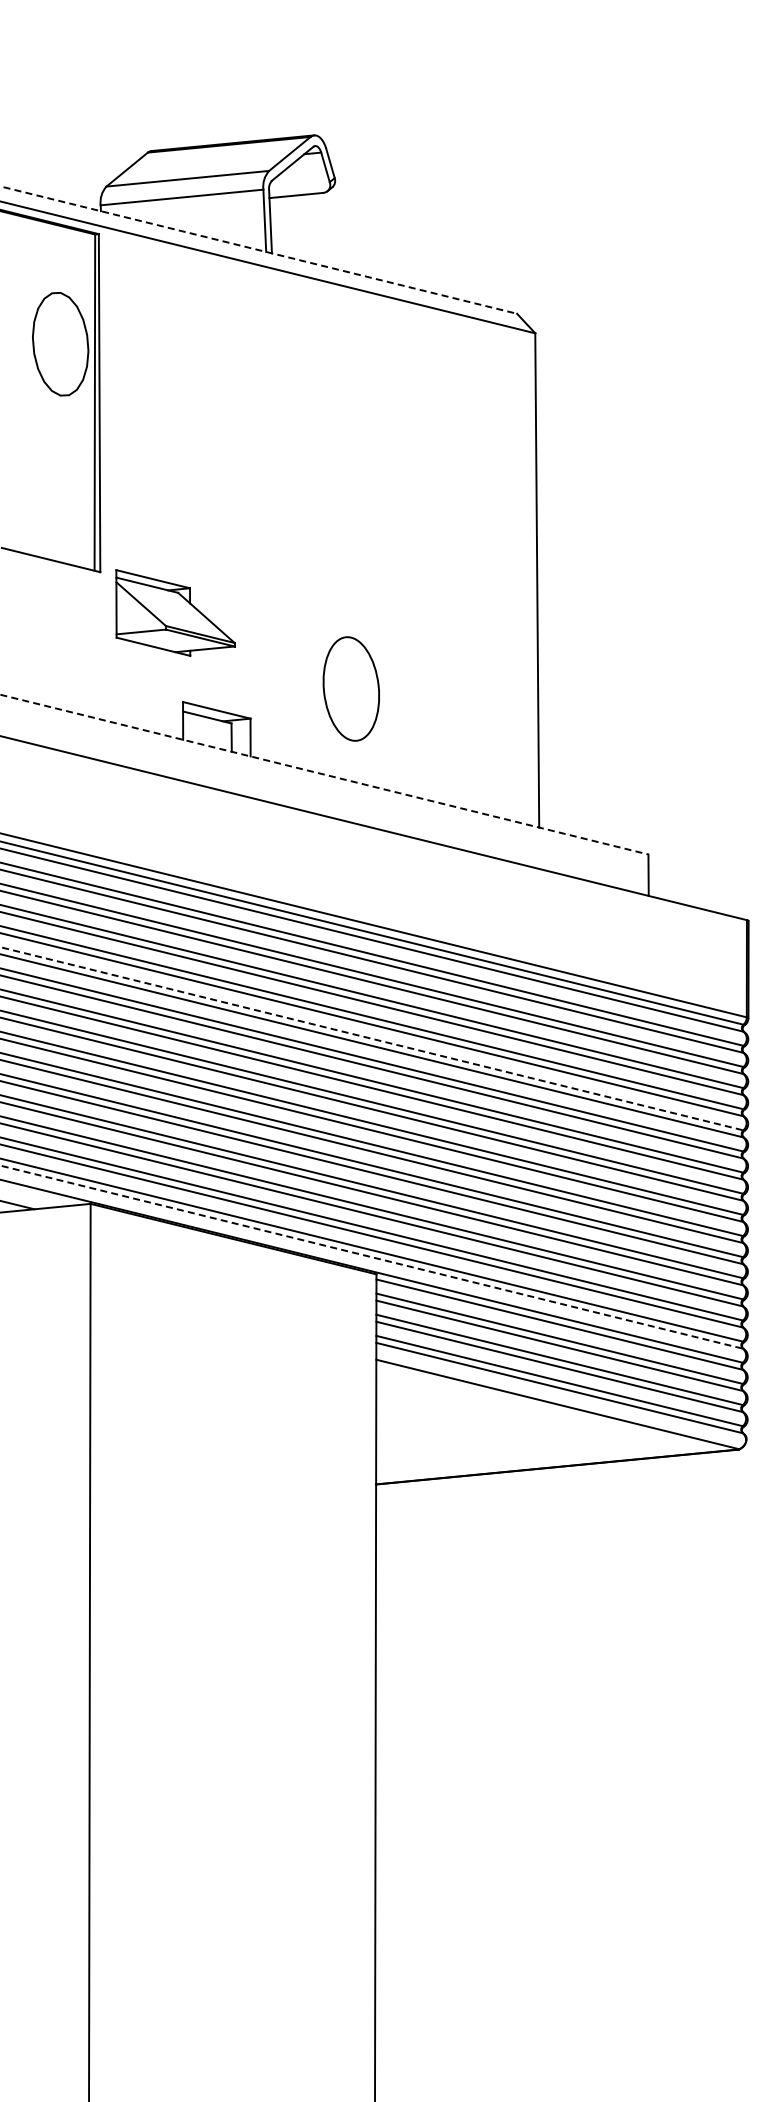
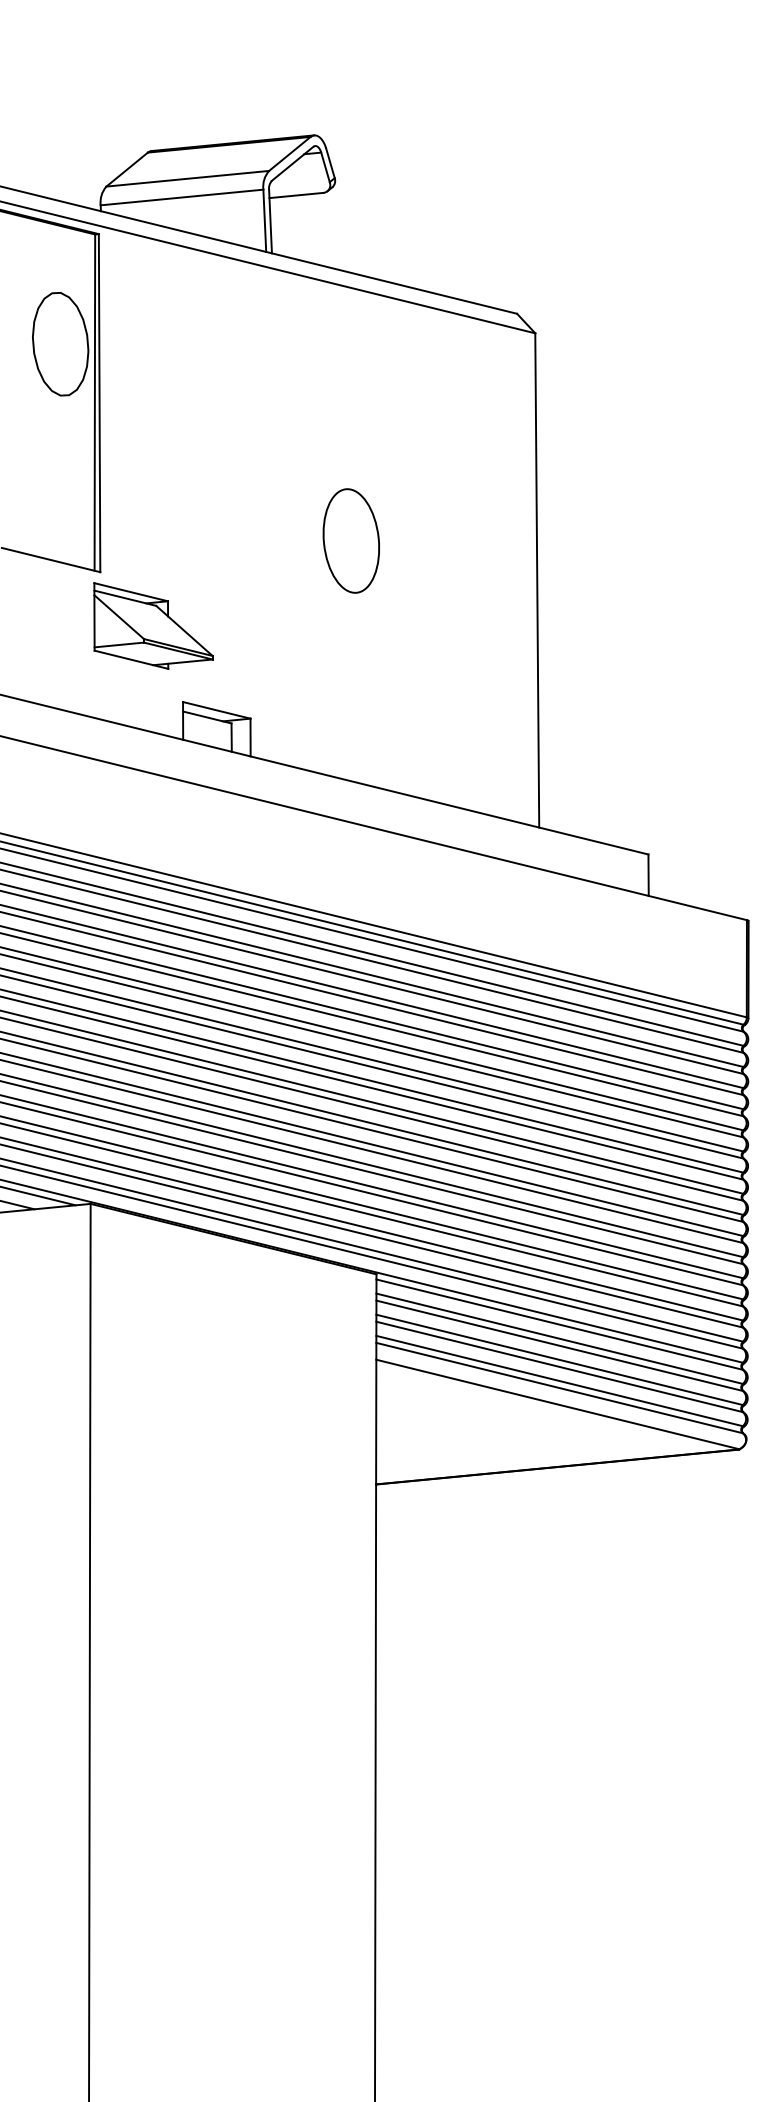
line at (258, 250): dashed -> solid
part at (175, 612) position: (175, 612) -> (153, 625)
part at (350, 688) position: (350, 688) -> (350, 540)
line at (324, 774): dashed -> solid
line at (372, 1038): dashed -> solid
line at (38, 1196): none -> present
line at (372, 1257): dashed -> solid
